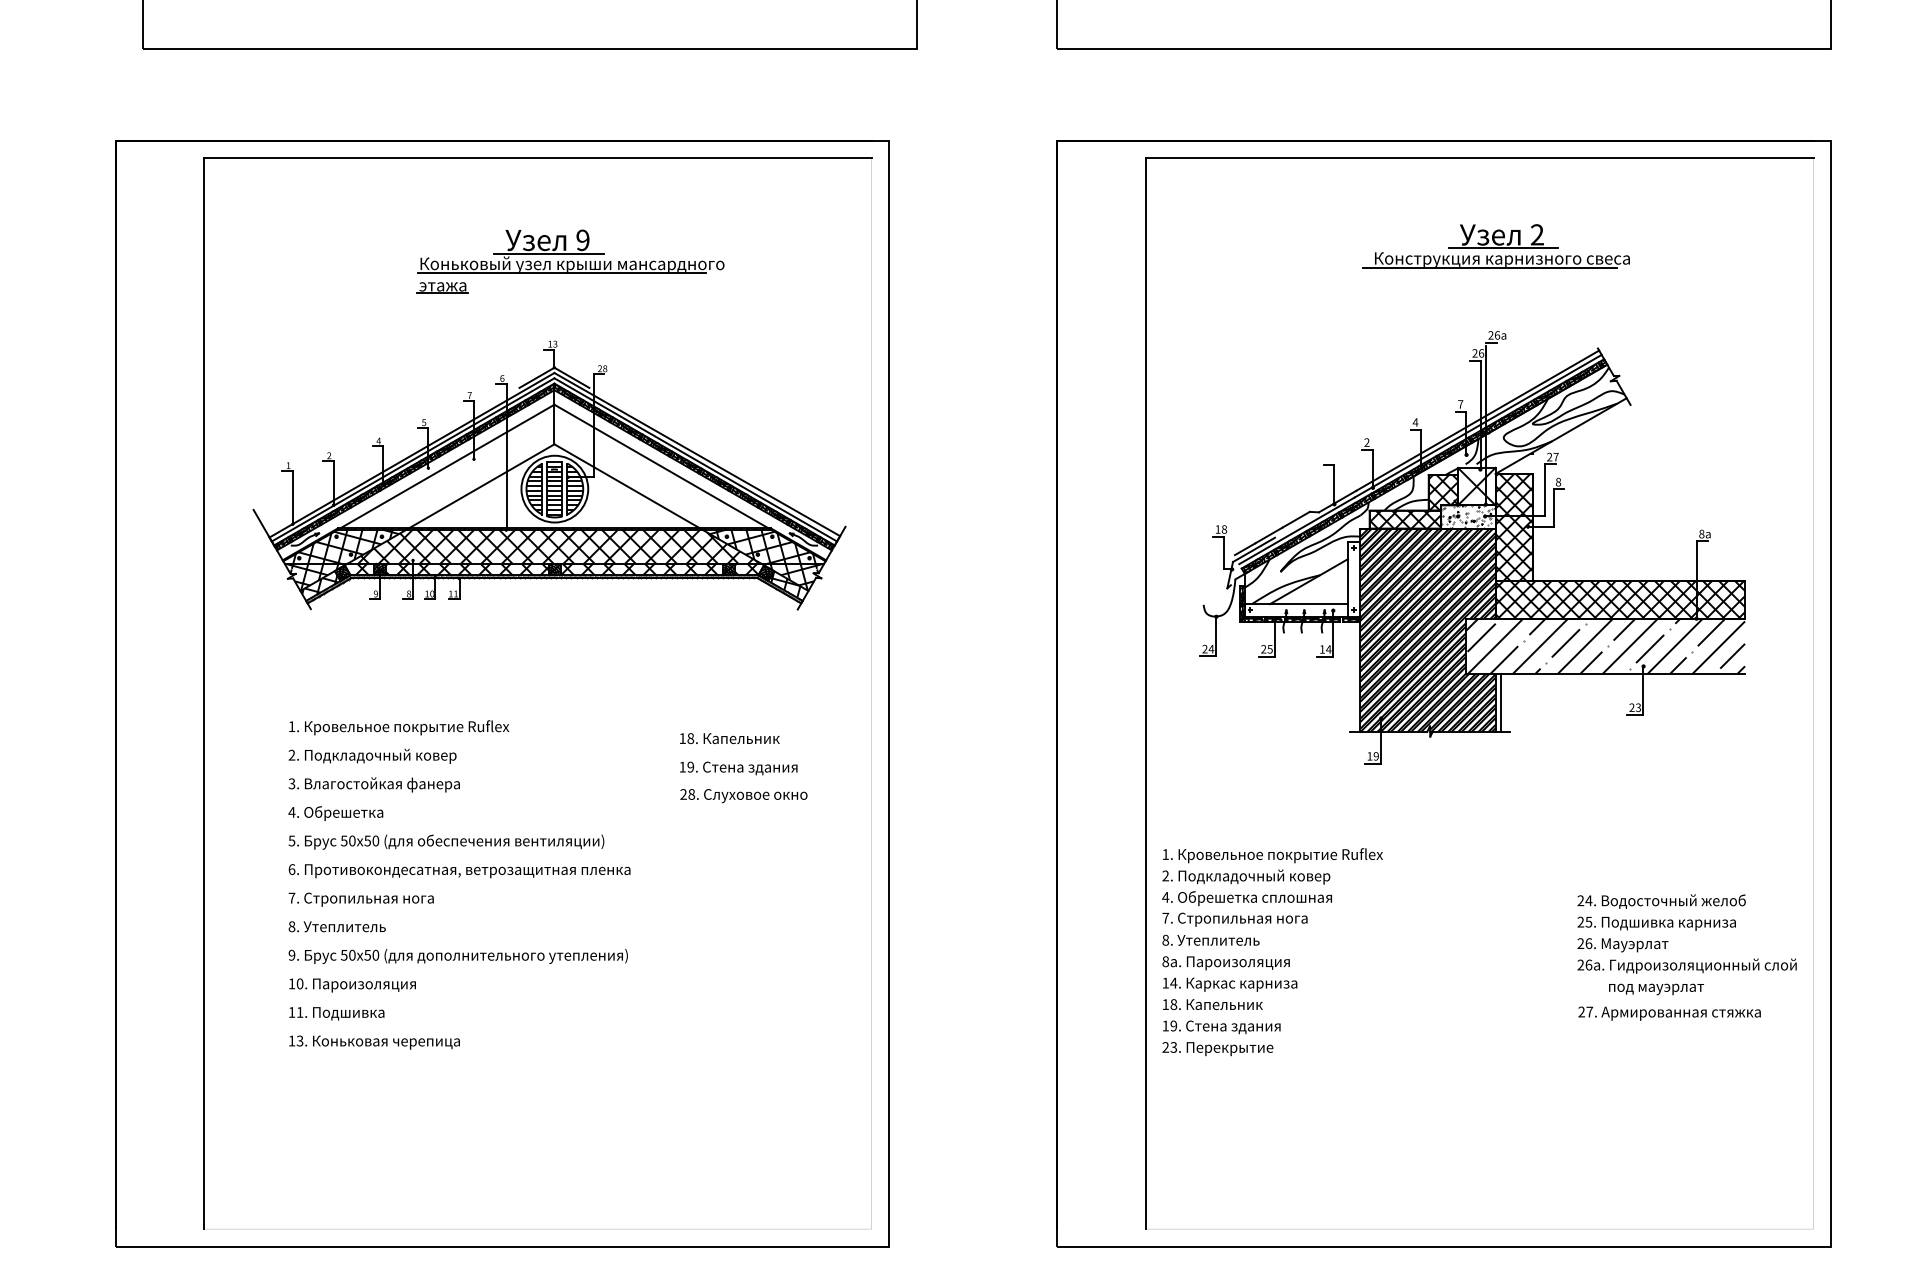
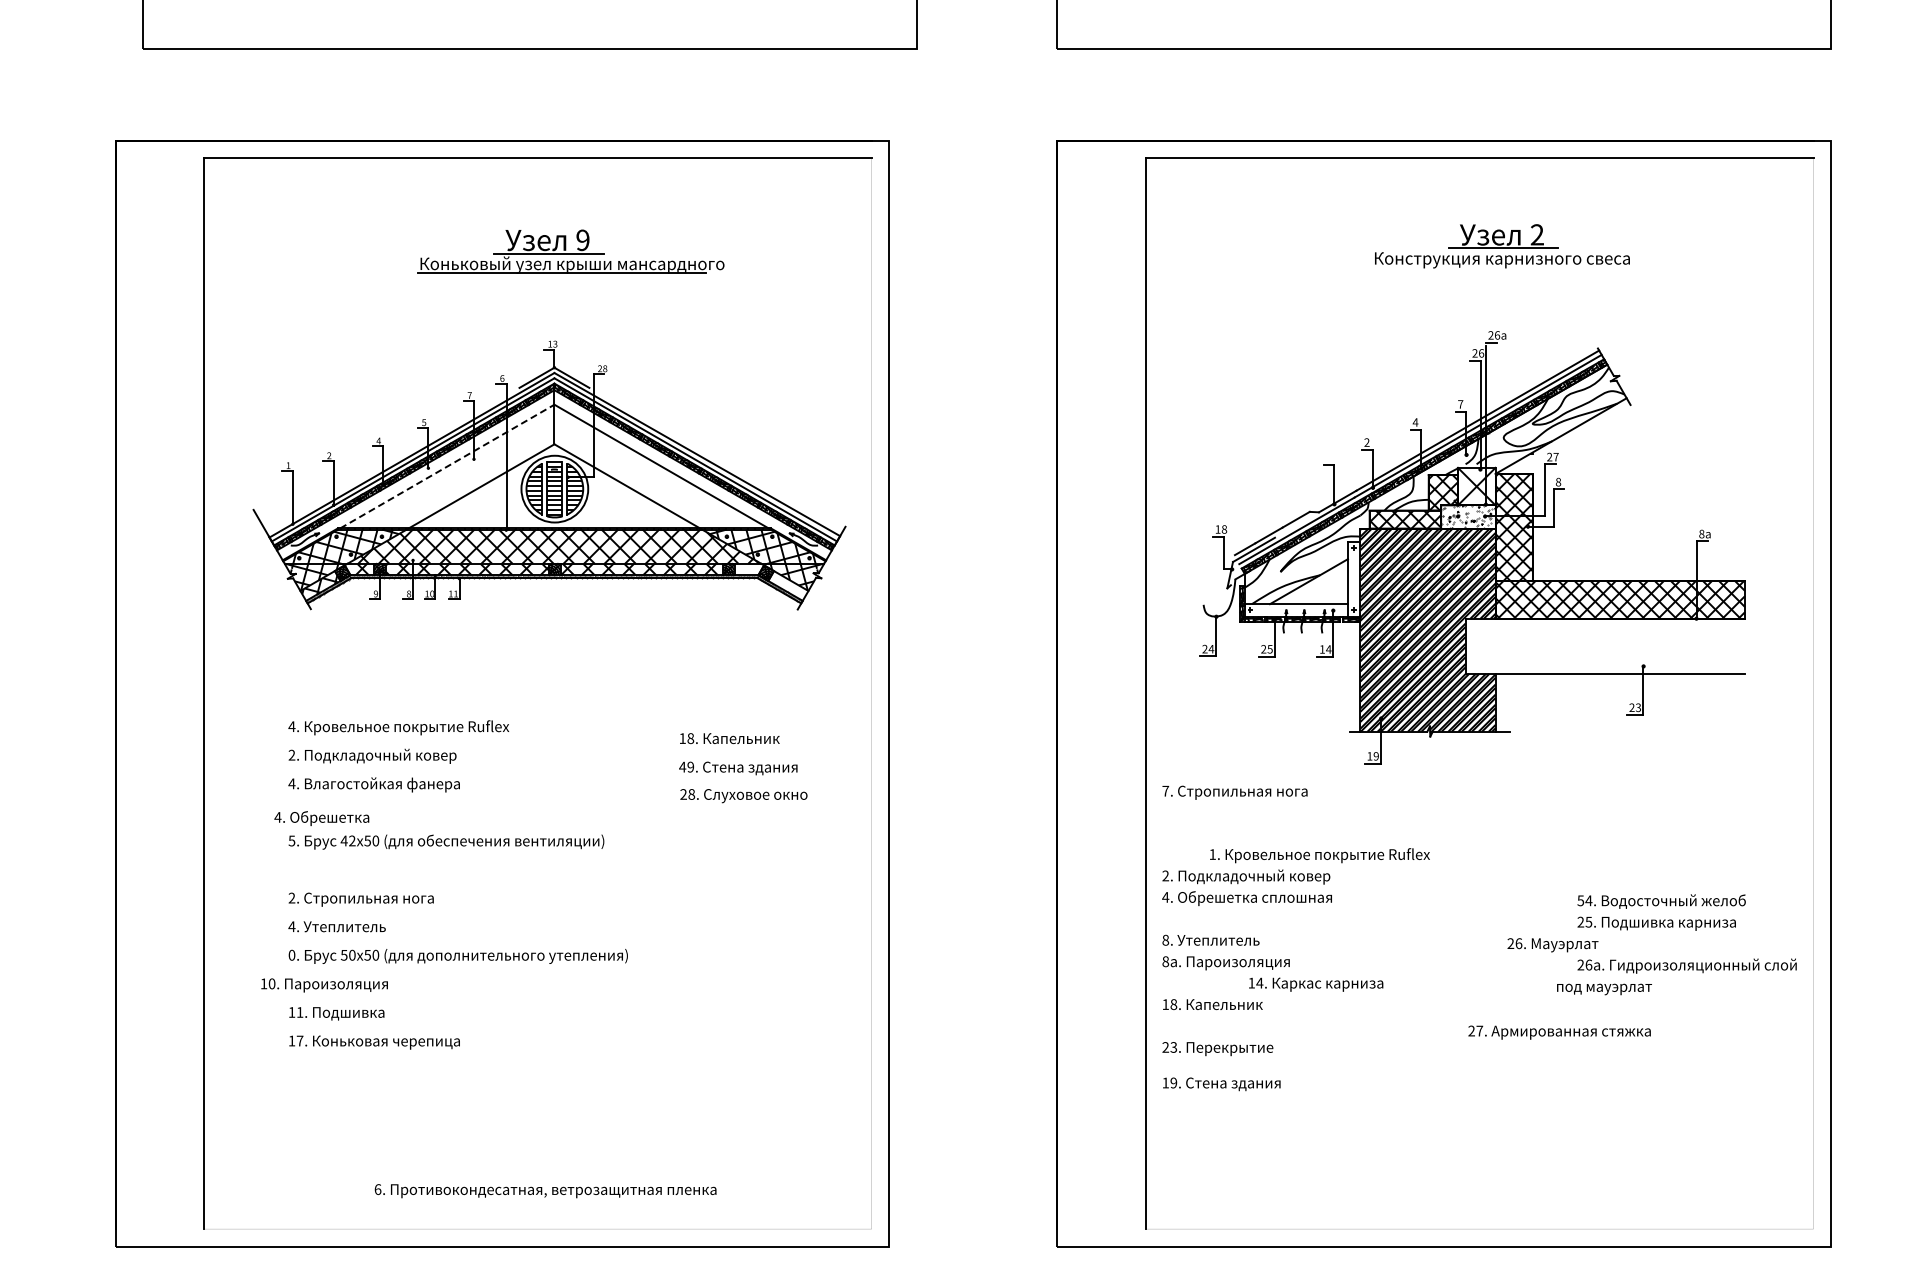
line at (1489, 267): present -> none
part at (442, 287): present -> none
line at (447, 466): solid -> dashed
hatch at (746, 569): present -> none
hatch at (785, 584): present -> none
hatch at (1605, 645): present -> none
line at (1500, 702): present -> none
text at (291, 726): 1. -> 4.
text at (682, 766): 19. -> 49.
text at (291, 783): 3. -> 4.
text at (335, 813) position: (335, 813) -> (321, 818)
text at (347, 840): 50 -> 42
text at (1272, 855) position: (1272, 855) -> (1319, 855)
text at (459, 871) position: (459, 871) -> (545, 1191)
text at (291, 897): 7. -> 2.
text at (1580, 900): 24. -> 54.
text at (1234, 919) position: (1234, 919) -> (1234, 792)
text at (291, 926): 8. -> 4.
text at (1622, 945) position: (1622, 945) -> (1552, 945)
text at (291, 955): 9. -> 0.
text at (1230, 984) position: (1230, 984) -> (1316, 984)
text at (352, 985) position: (352, 985) -> (324, 985)
text at (1656, 989) position: (1656, 989) -> (1604, 989)
text at (1669, 1013) position: (1669, 1013) -> (1559, 1032)
text at (1221, 1027) position: (1221, 1027) -> (1221, 1084)
text at (299, 1040): 13. -> 17.
